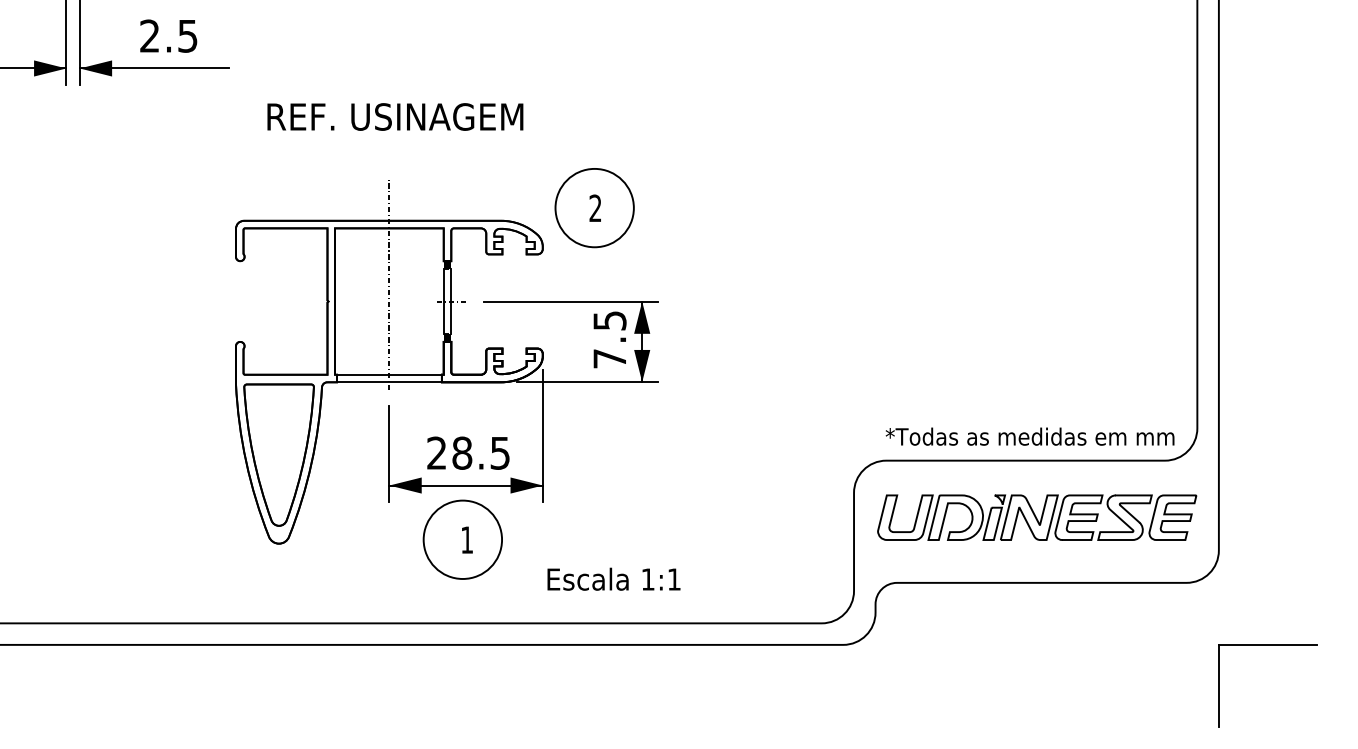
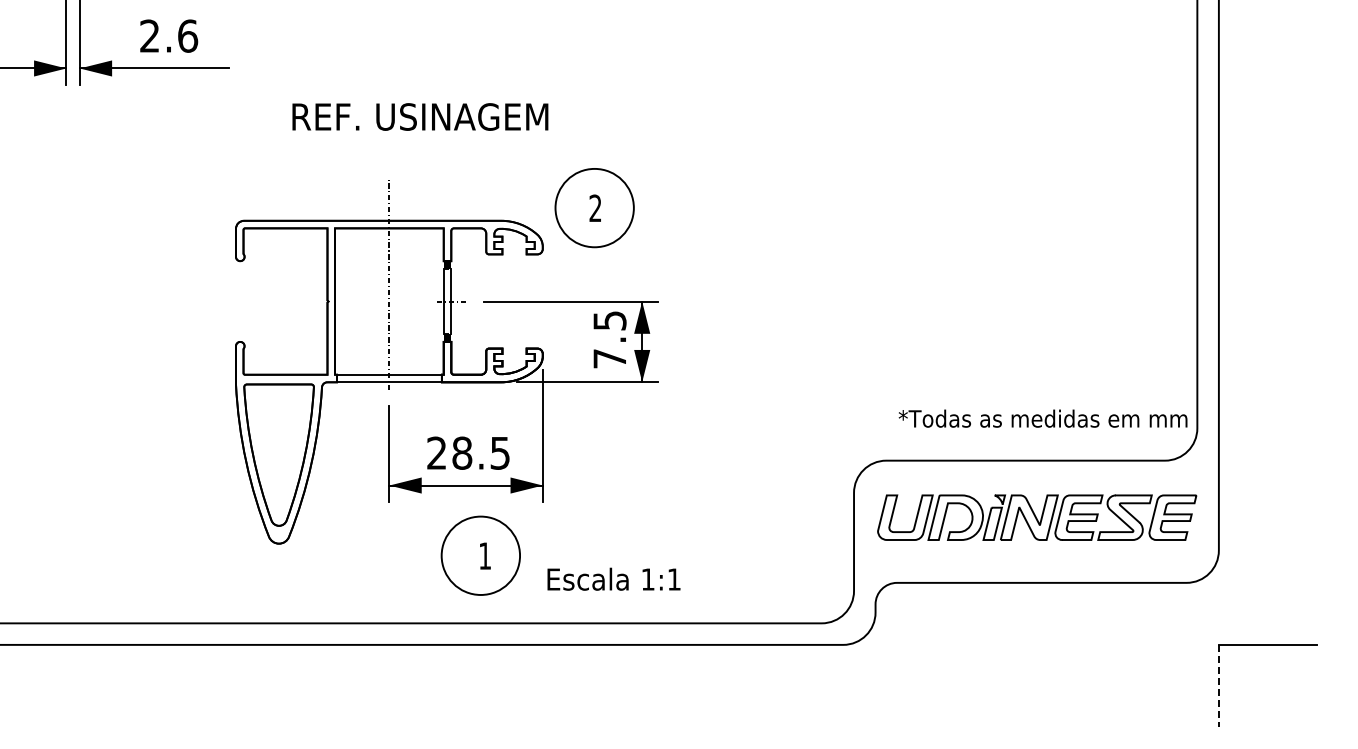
text at (188, 35): 2.5 -> 2.6
text at (395, 116) position: (395, 116) -> (420, 116)
text at (1029, 436) position: (1029, 436) -> (1042, 418)
part at (462, 539) position: (462, 539) -> (480, 555)
line at (1218, 685): solid -> dashed
